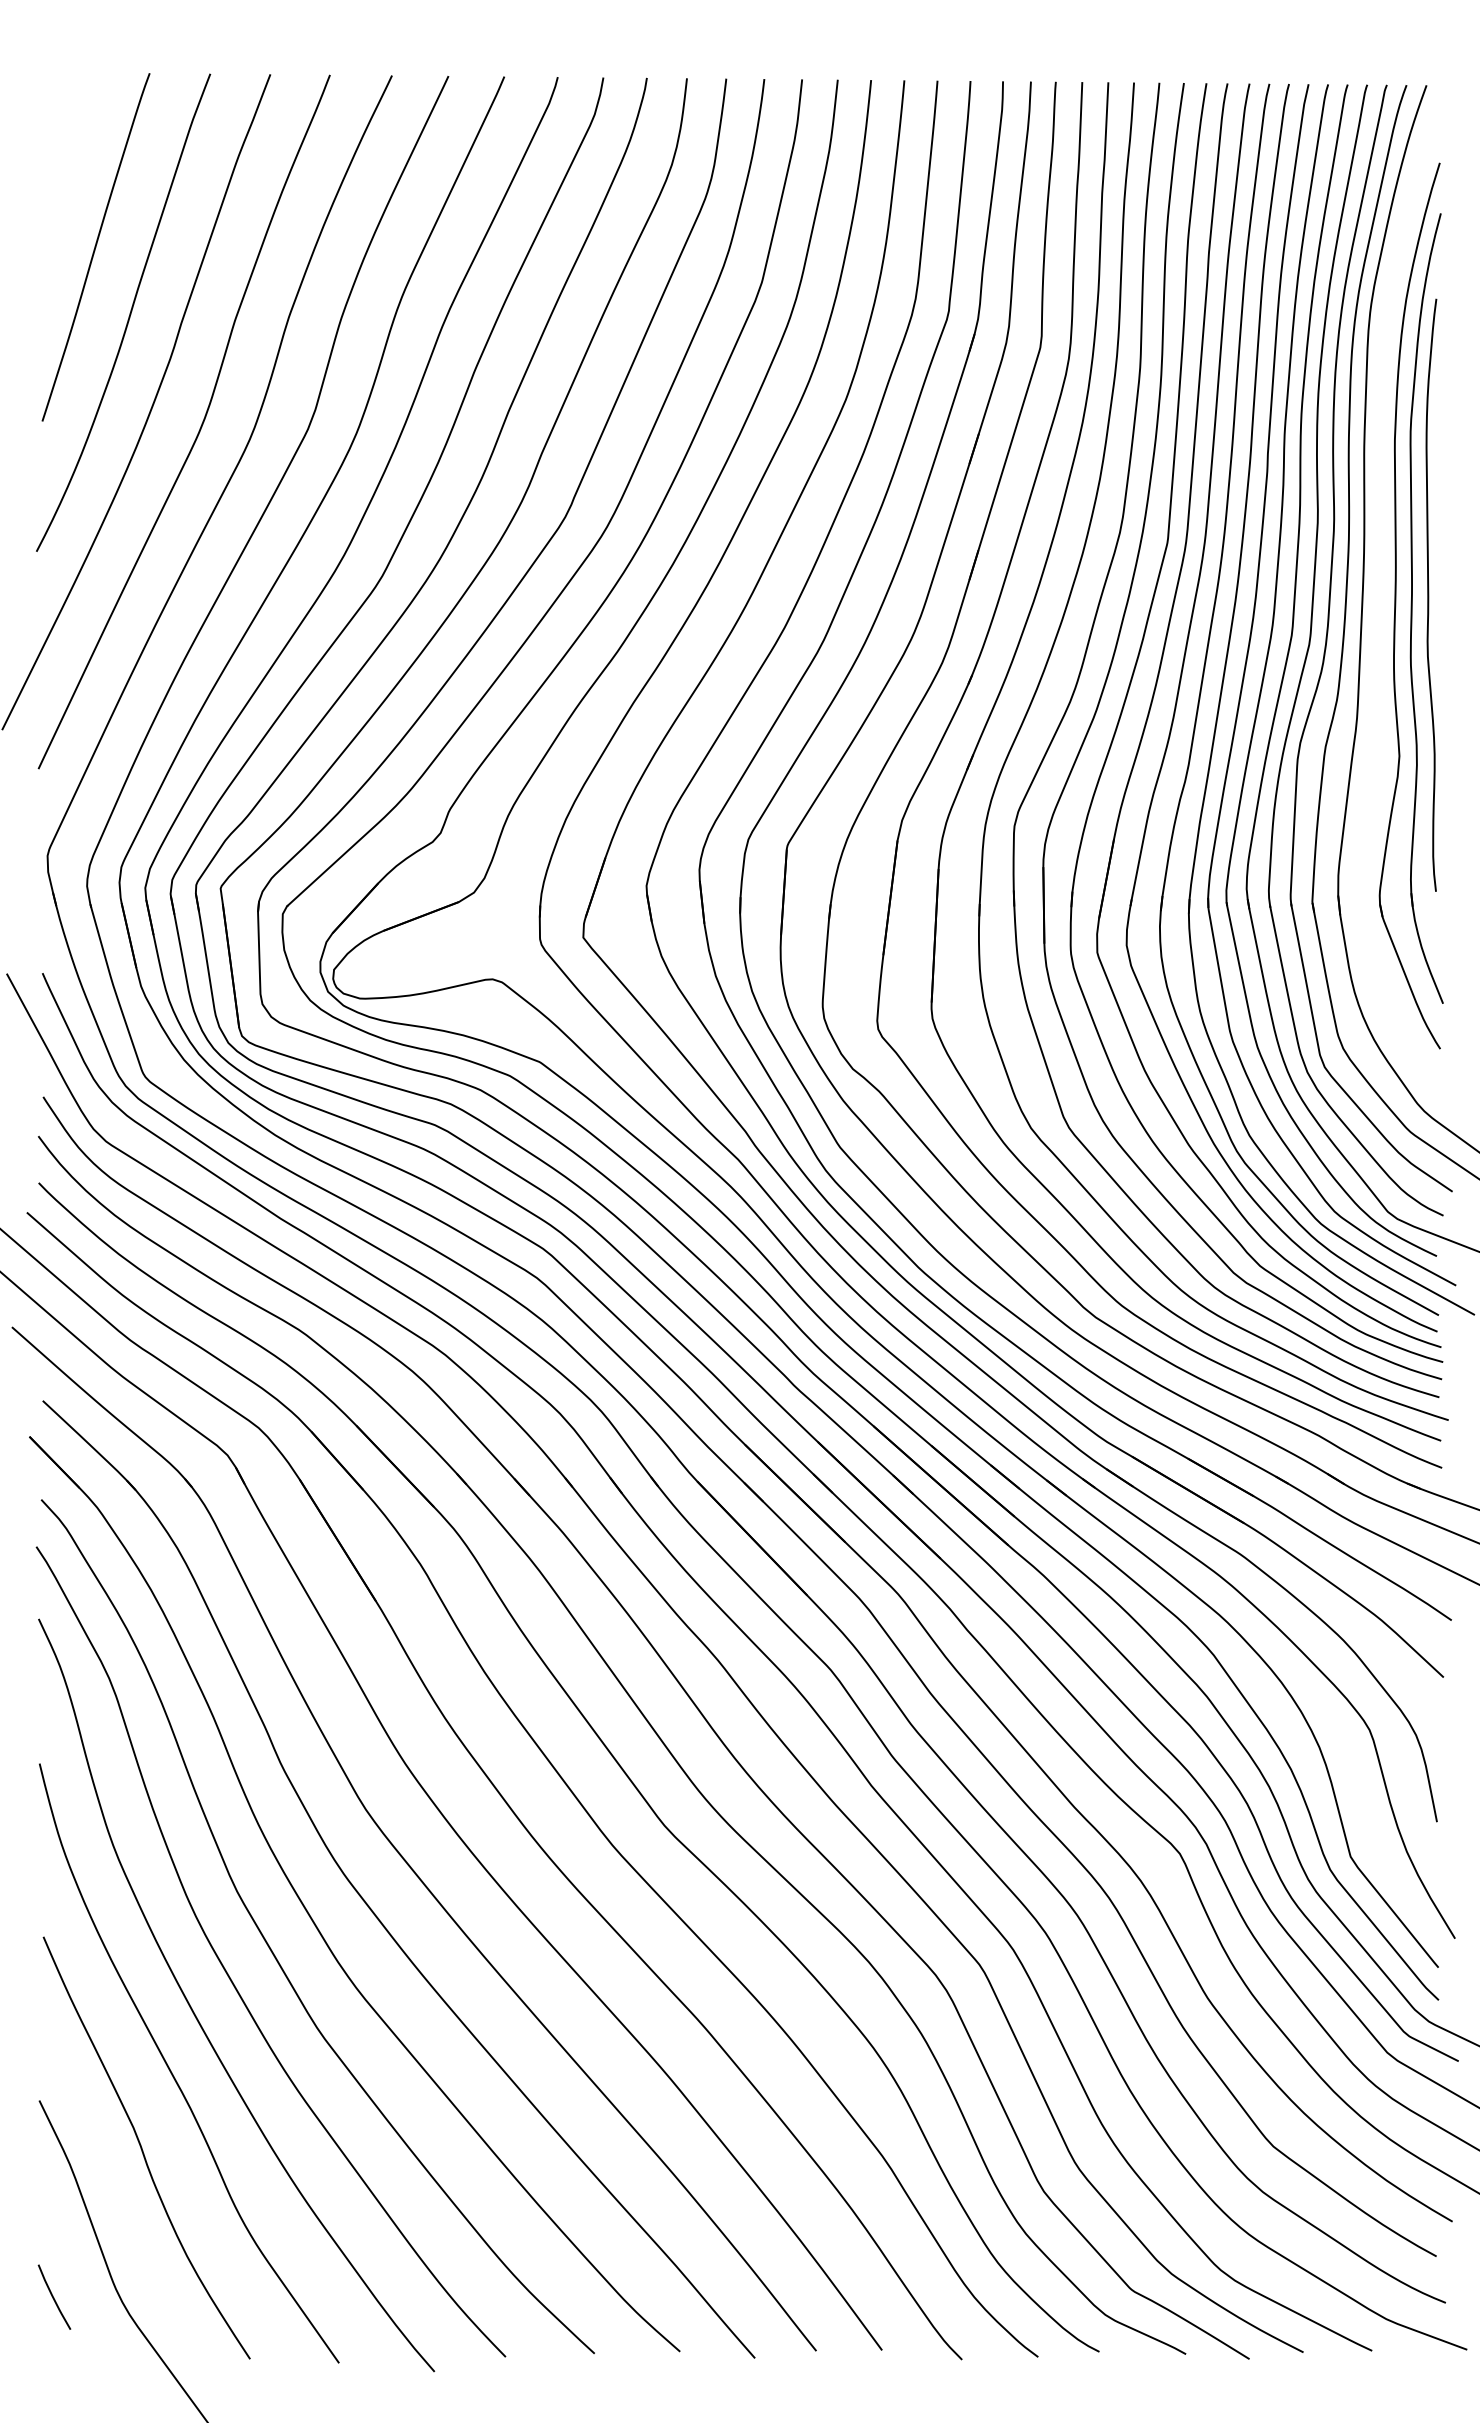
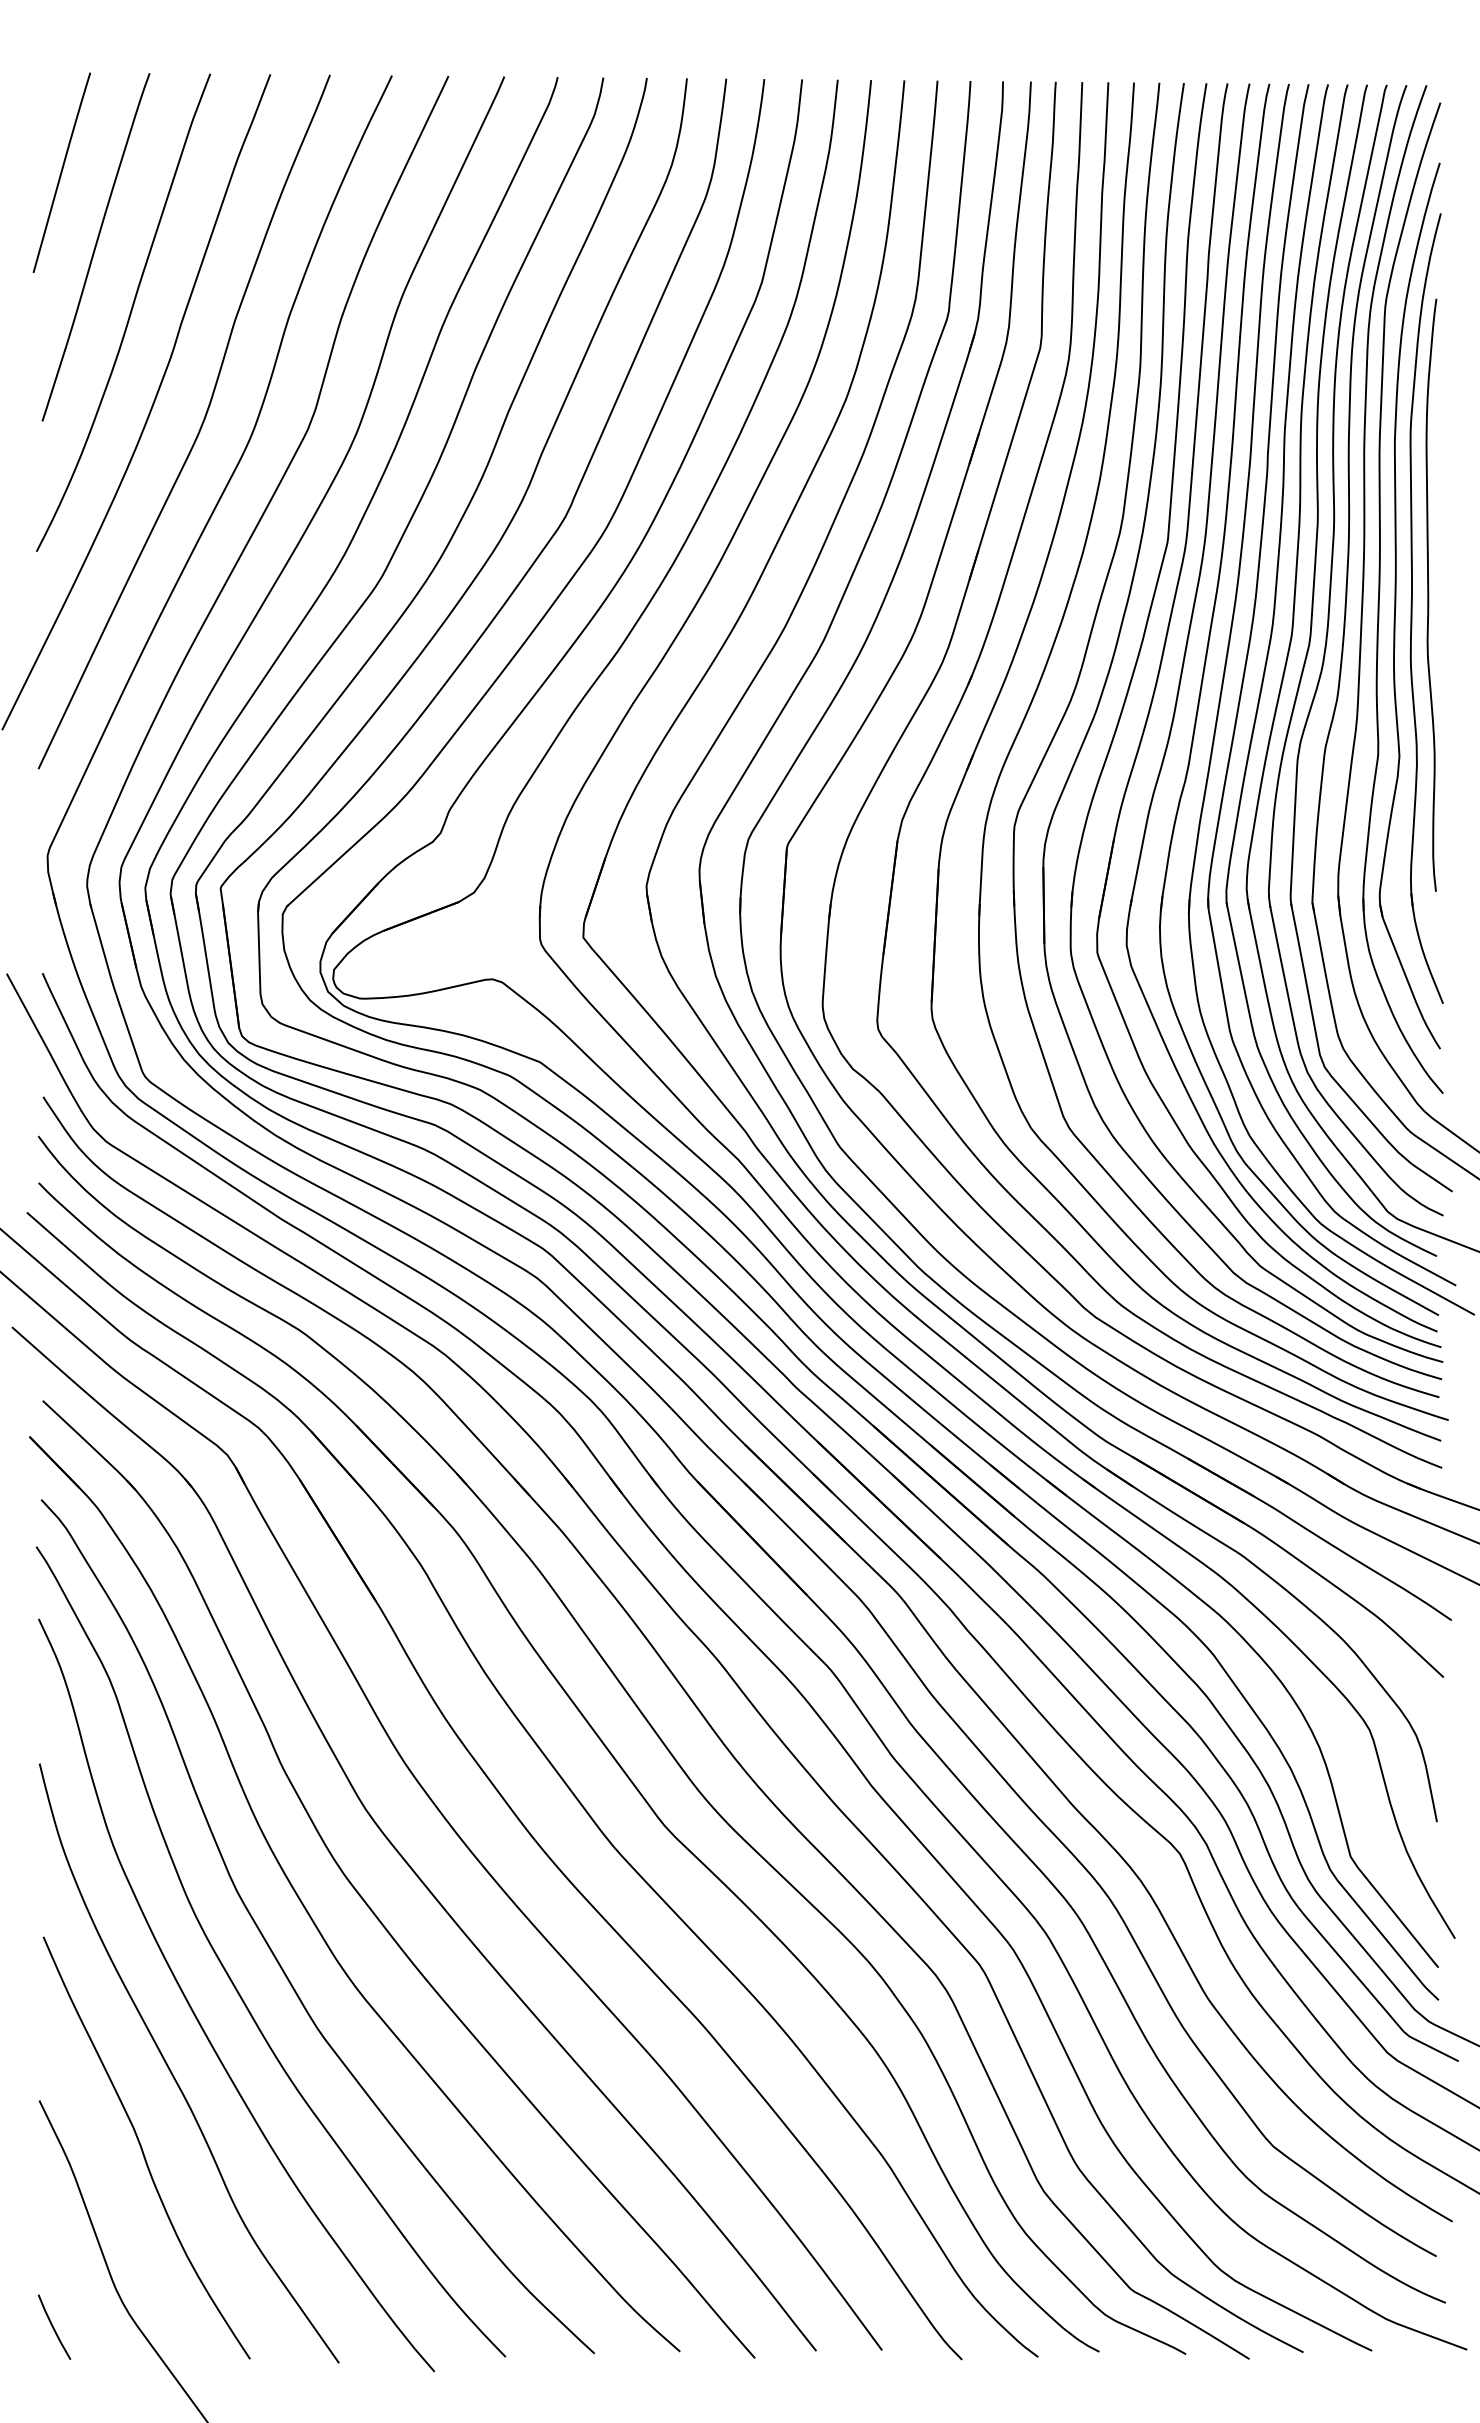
curve at (61, 172): none -> present
part at (1380, 591): none -> present
curve at (53, 2296) position: (53, 2296) -> (53, 2326)
